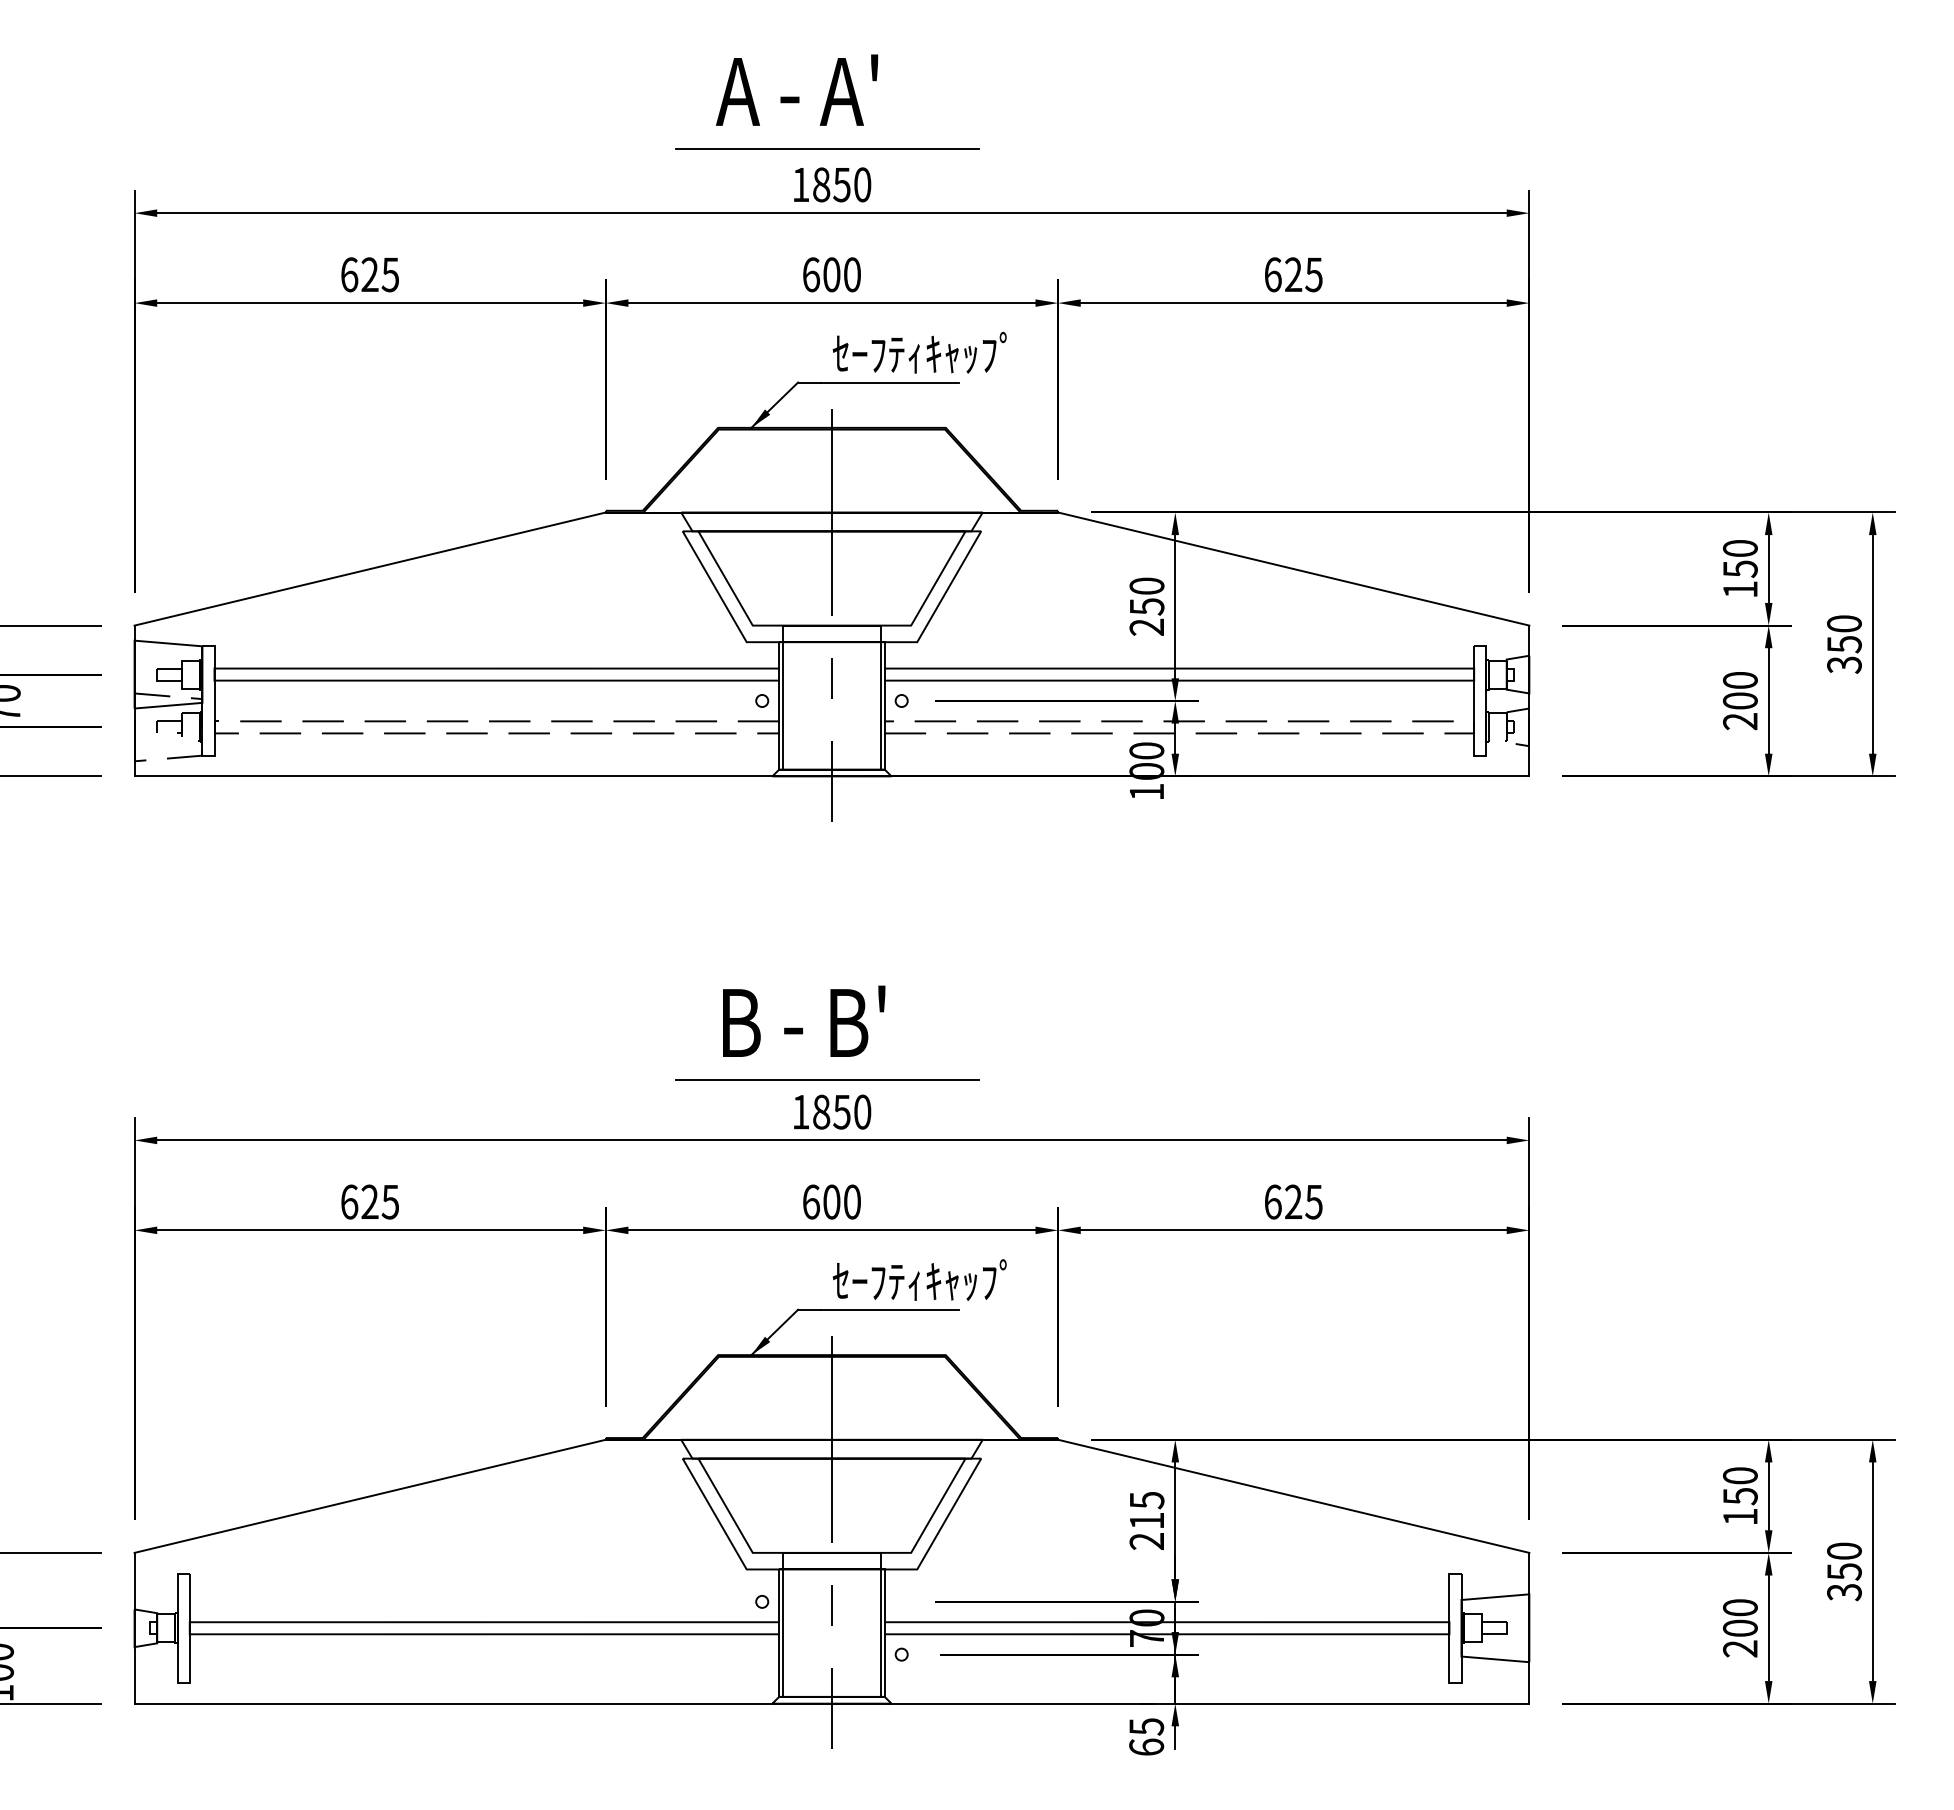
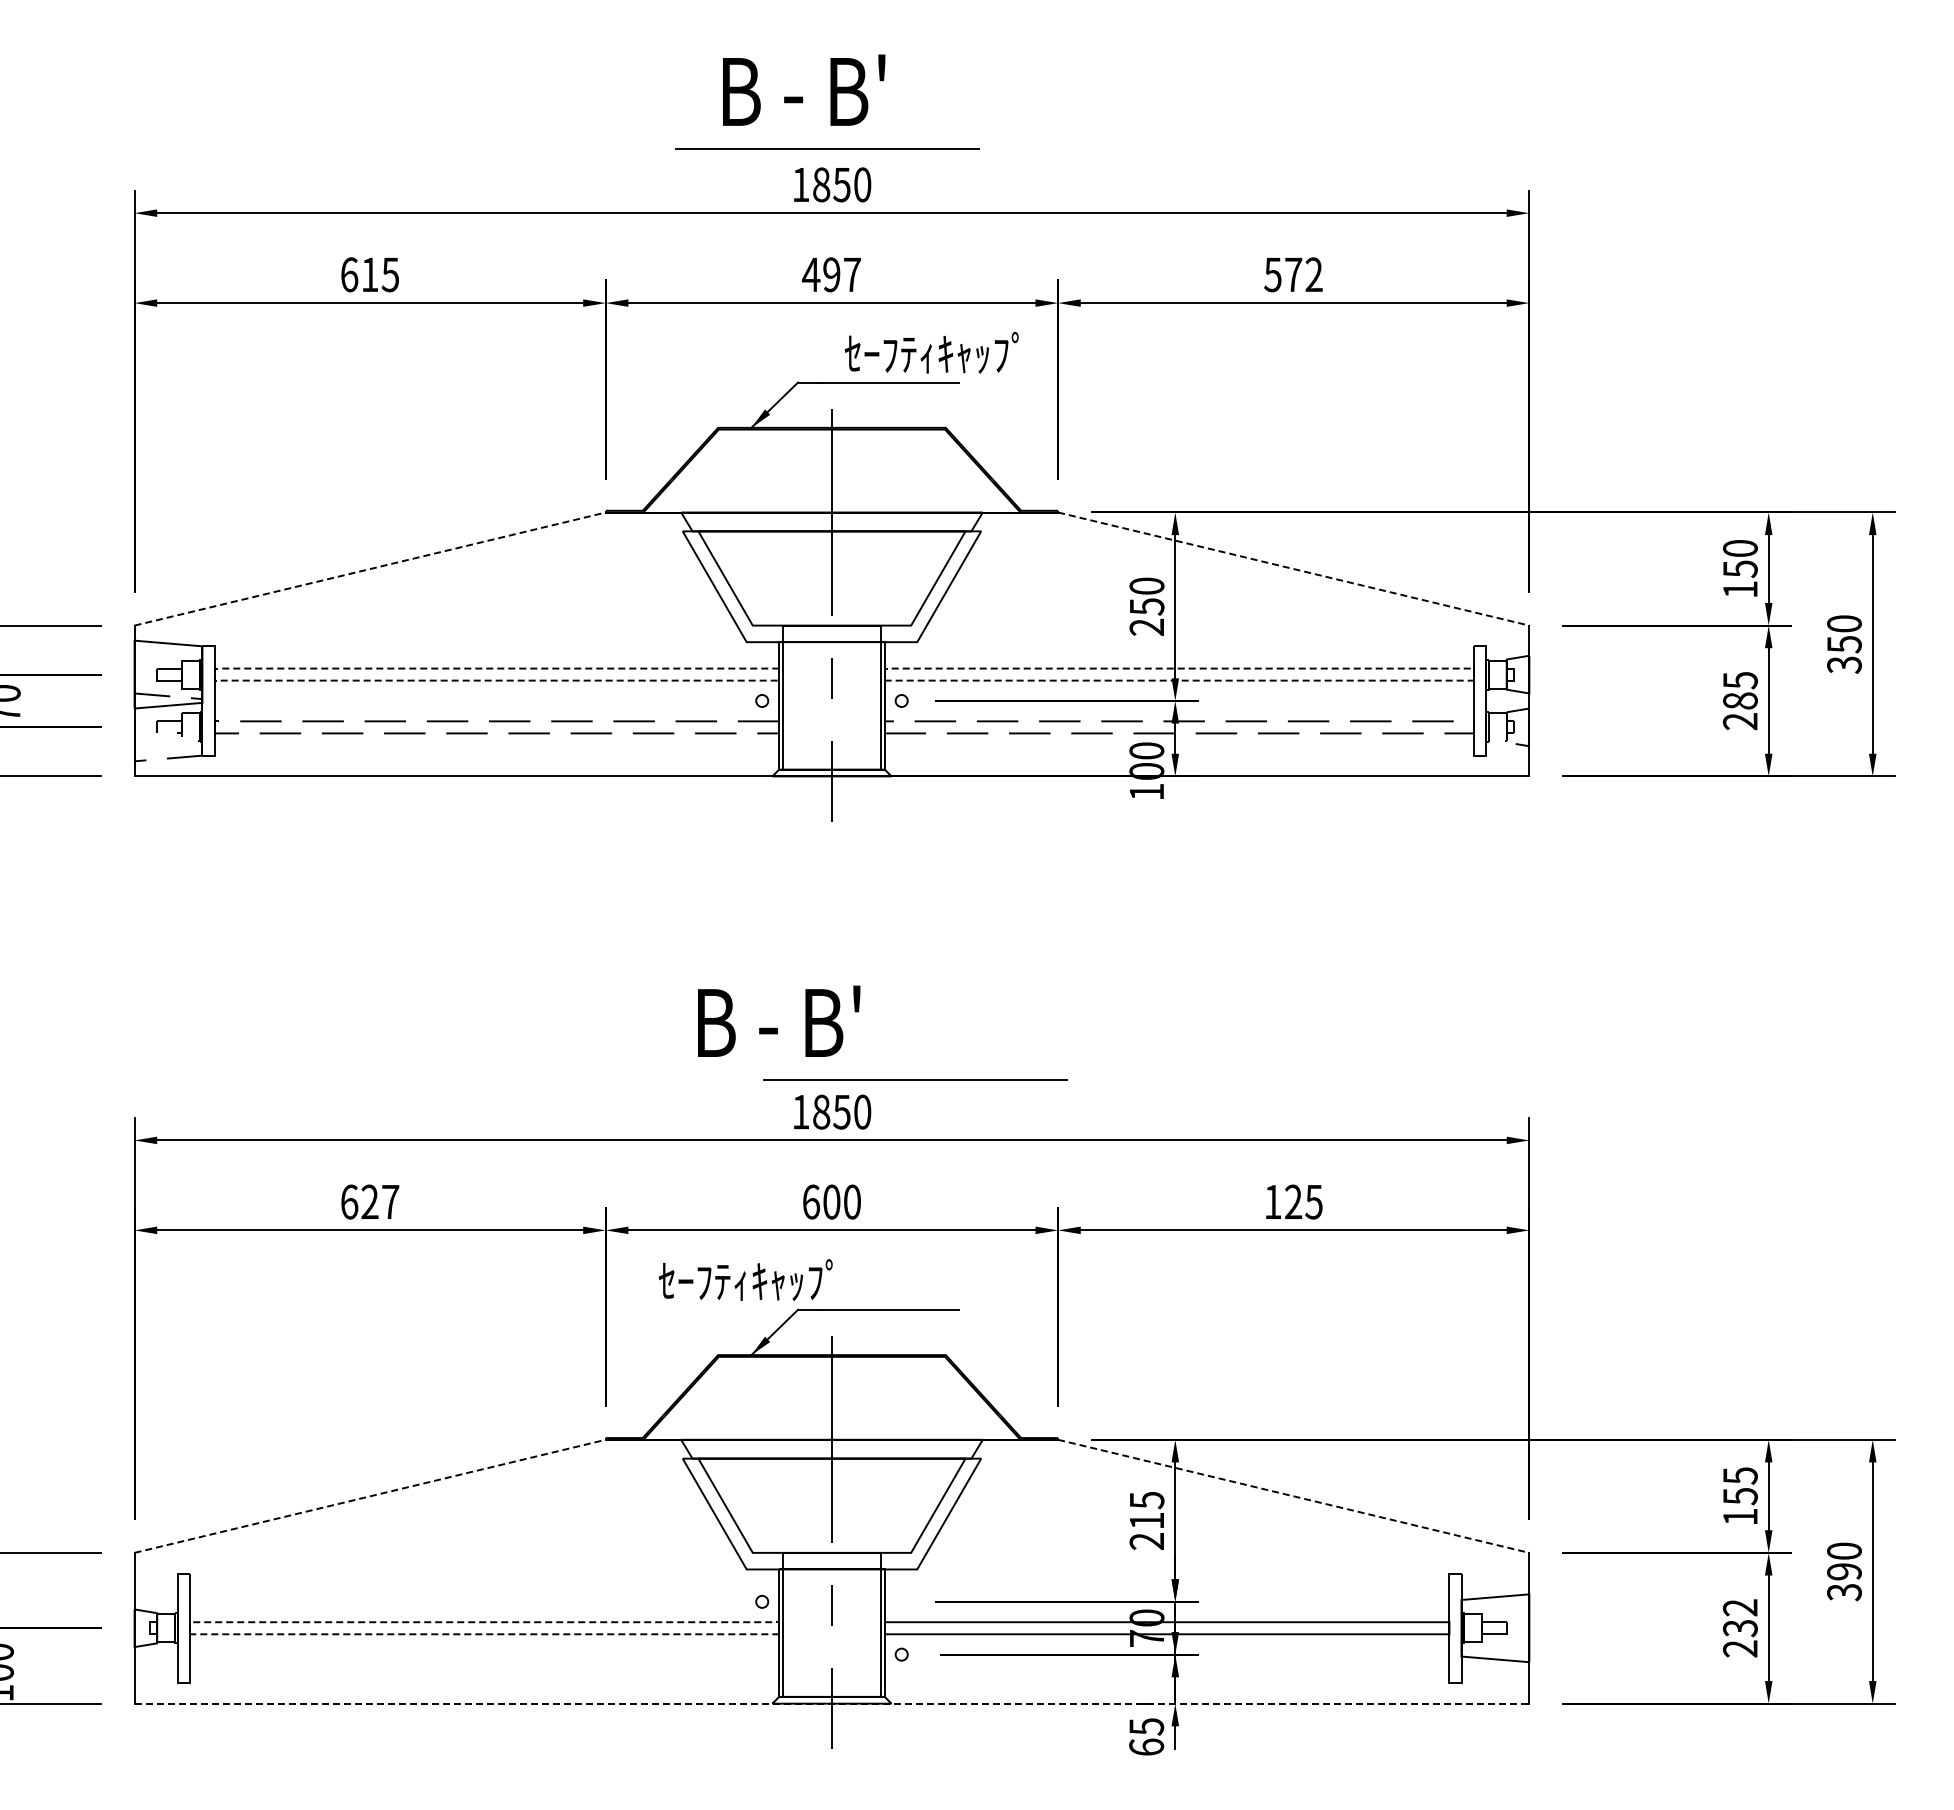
text at (800, 89): A - A' -> B - B'
text at (369, 274): 625 -> 615
text at (830, 274): 600 -> 497
text at (1293, 274): 625 -> 572
text at (919, 352) position: (919, 352) -> (931, 352)
line at (370, 568): solid -> dashed
line at (1294, 569): solid -> dashed
line at (1474, 674): solid -> dashed
line at (214, 675): solid -> dashed
text at (1740, 690): 200 -> 285
text at (804, 1020) position: (804, 1020) -> (779, 1020)
line at (827, 1079) position: (827, 1079) -> (915, 1079)
text at (1273, 1201): 625 -> 125
text at (390, 1202): 625 -> 627
text at (919, 1279) position: (919, 1279) -> (745, 1279)
text at (1740, 1475): 150 -> 155
line at (370, 1496): solid -> dashed
line at (1294, 1496): solid -> dashed
text at (1844, 1571): 350 -> 390
text at (1740, 1618): 200 -> 232
line at (189, 1627): solid -> dashed
line at (832, 1703): solid -> dashed
